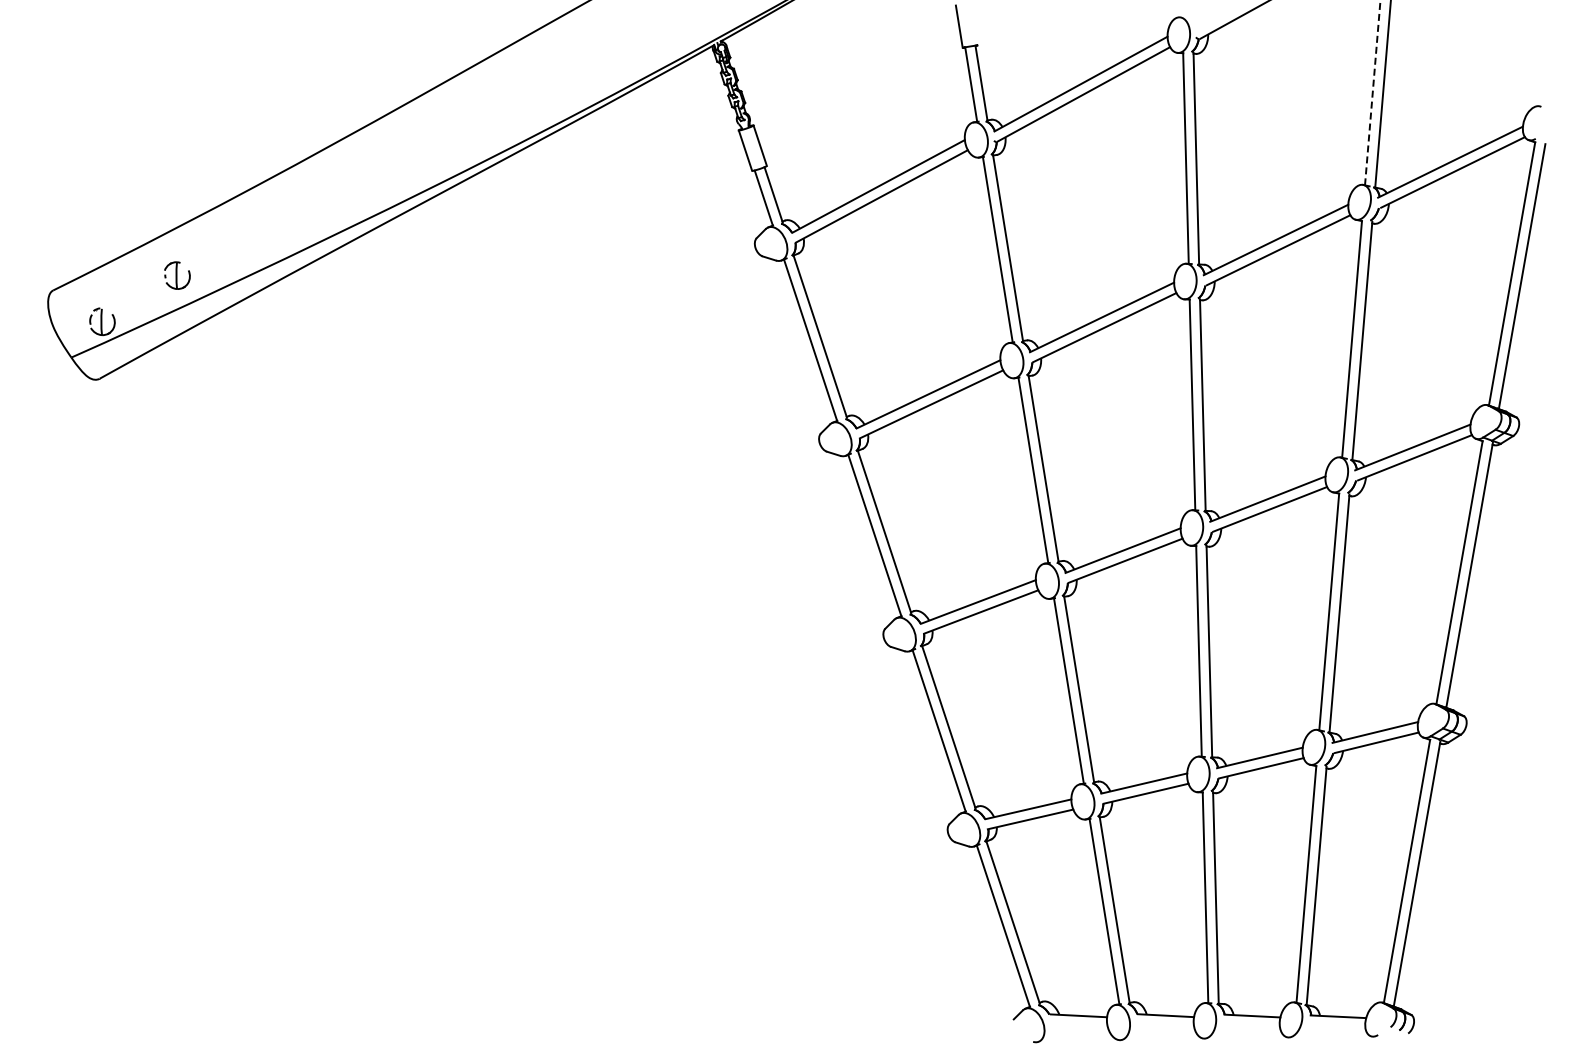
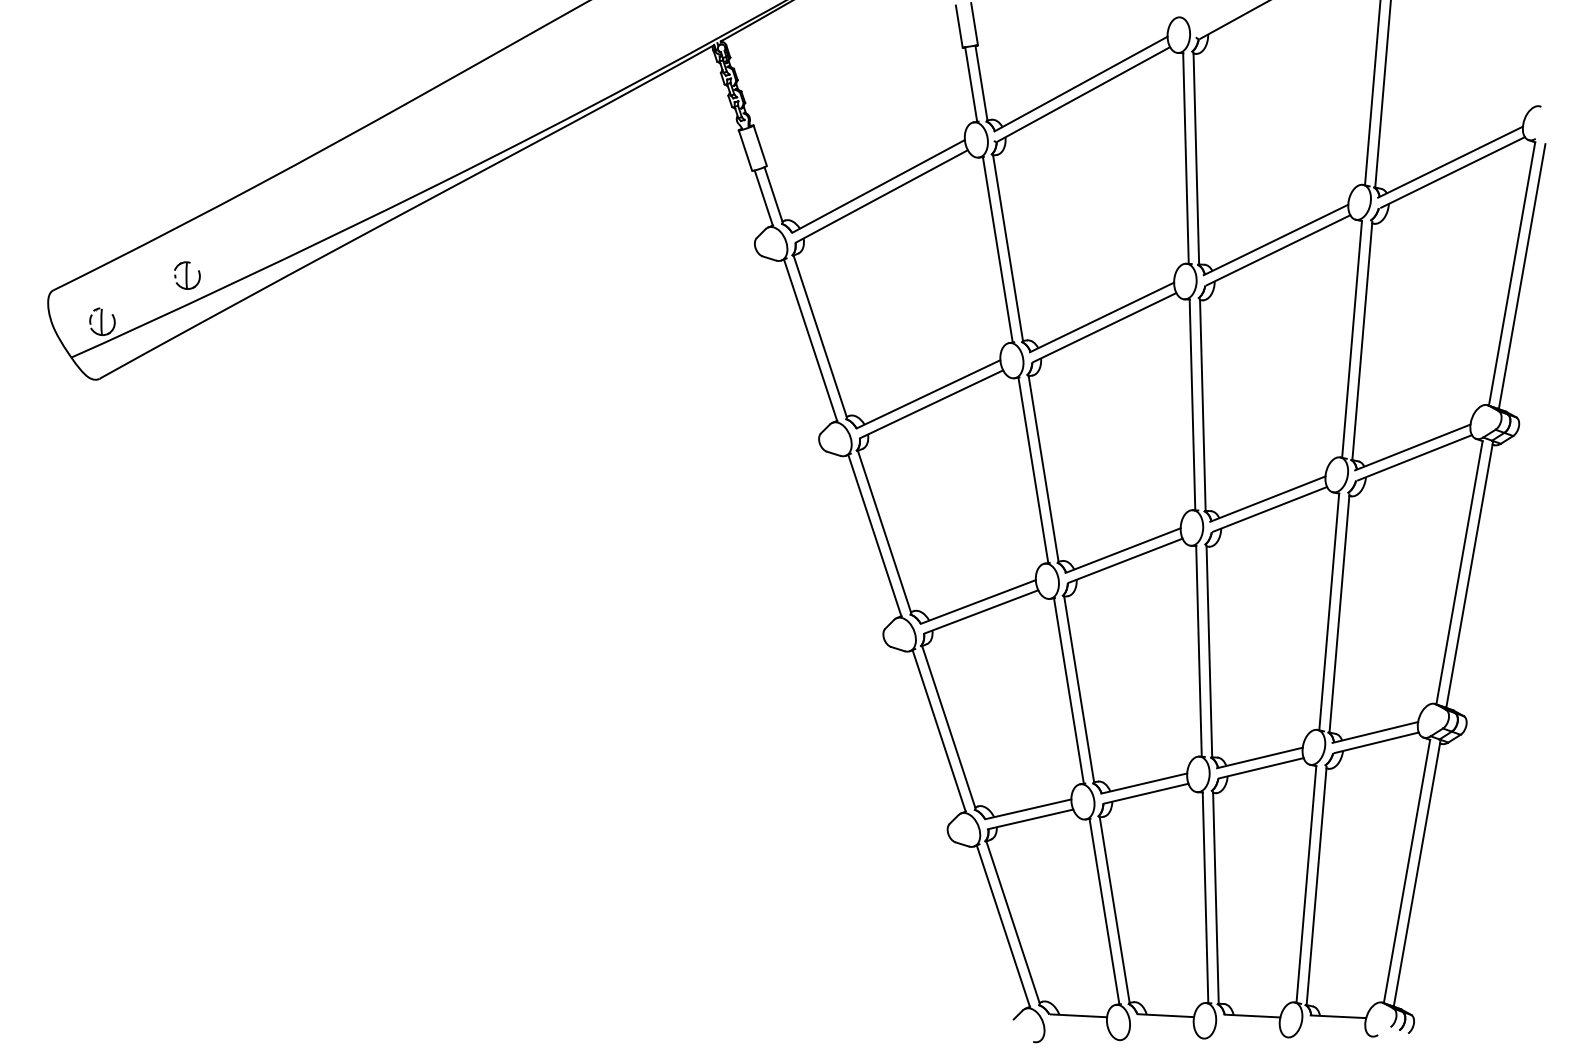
line at (974, 24): none -> present
line at (1372, 92): dashed -> solid
part at (177, 275) position: (177, 275) -> (187, 275)
